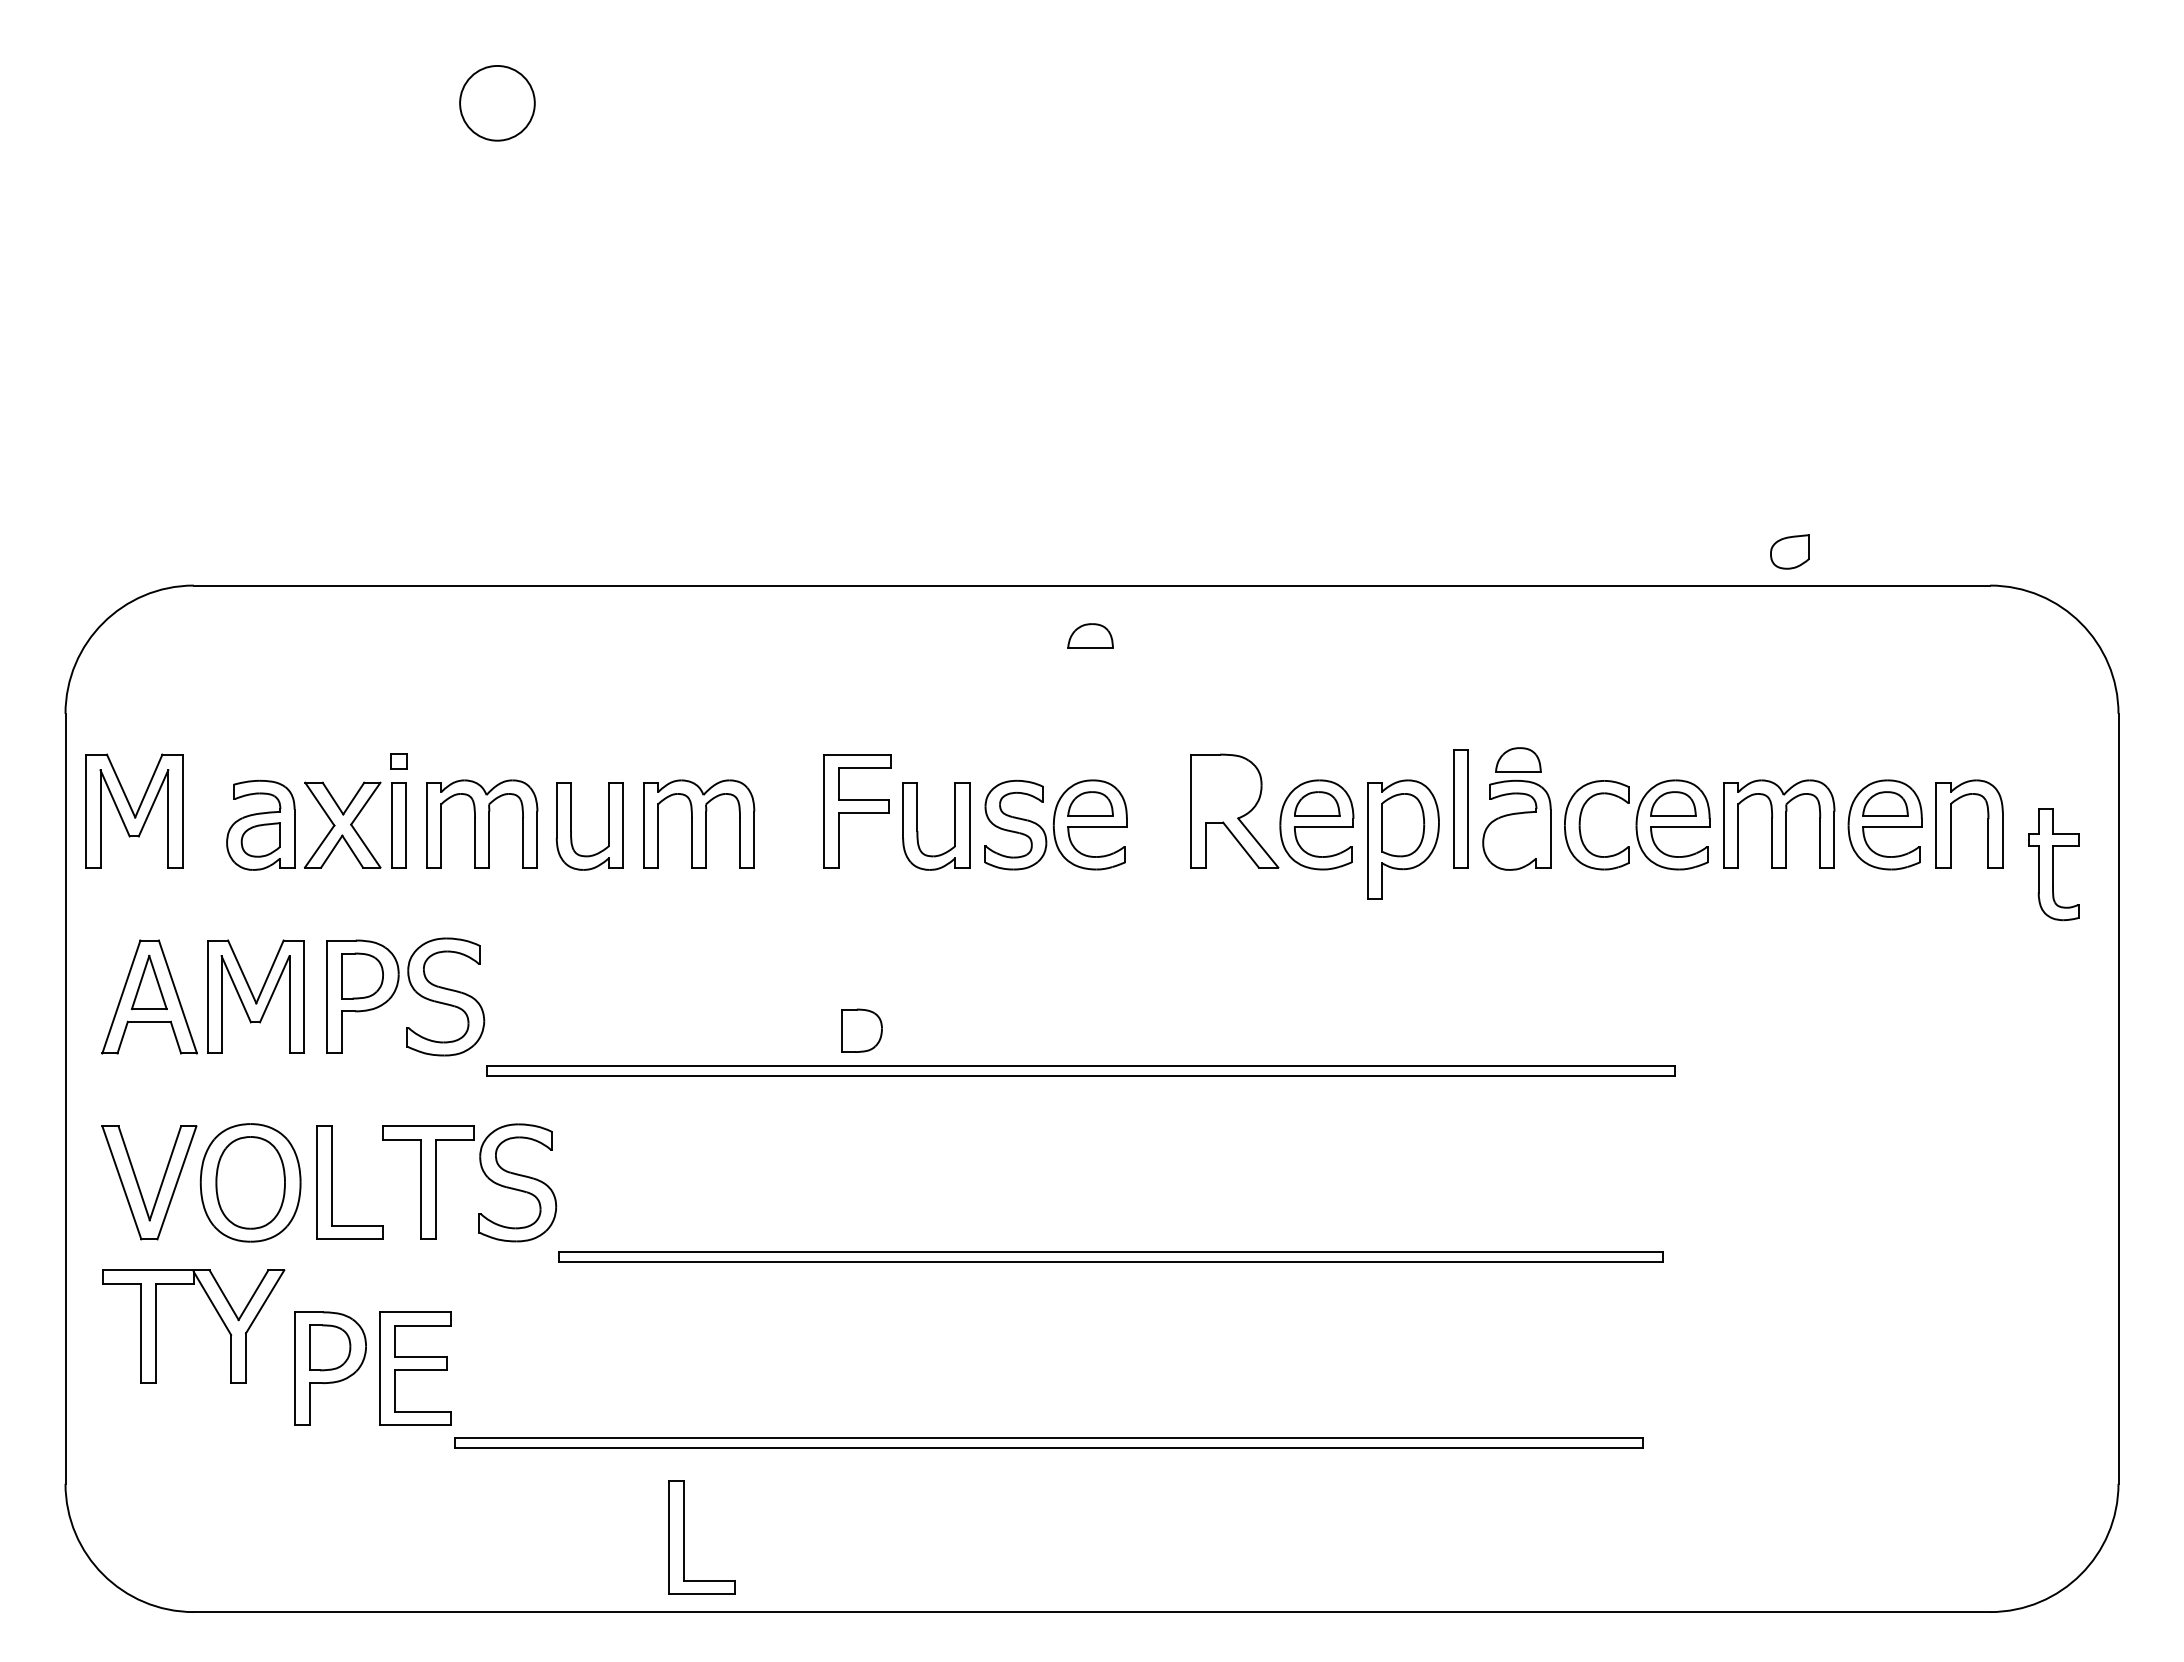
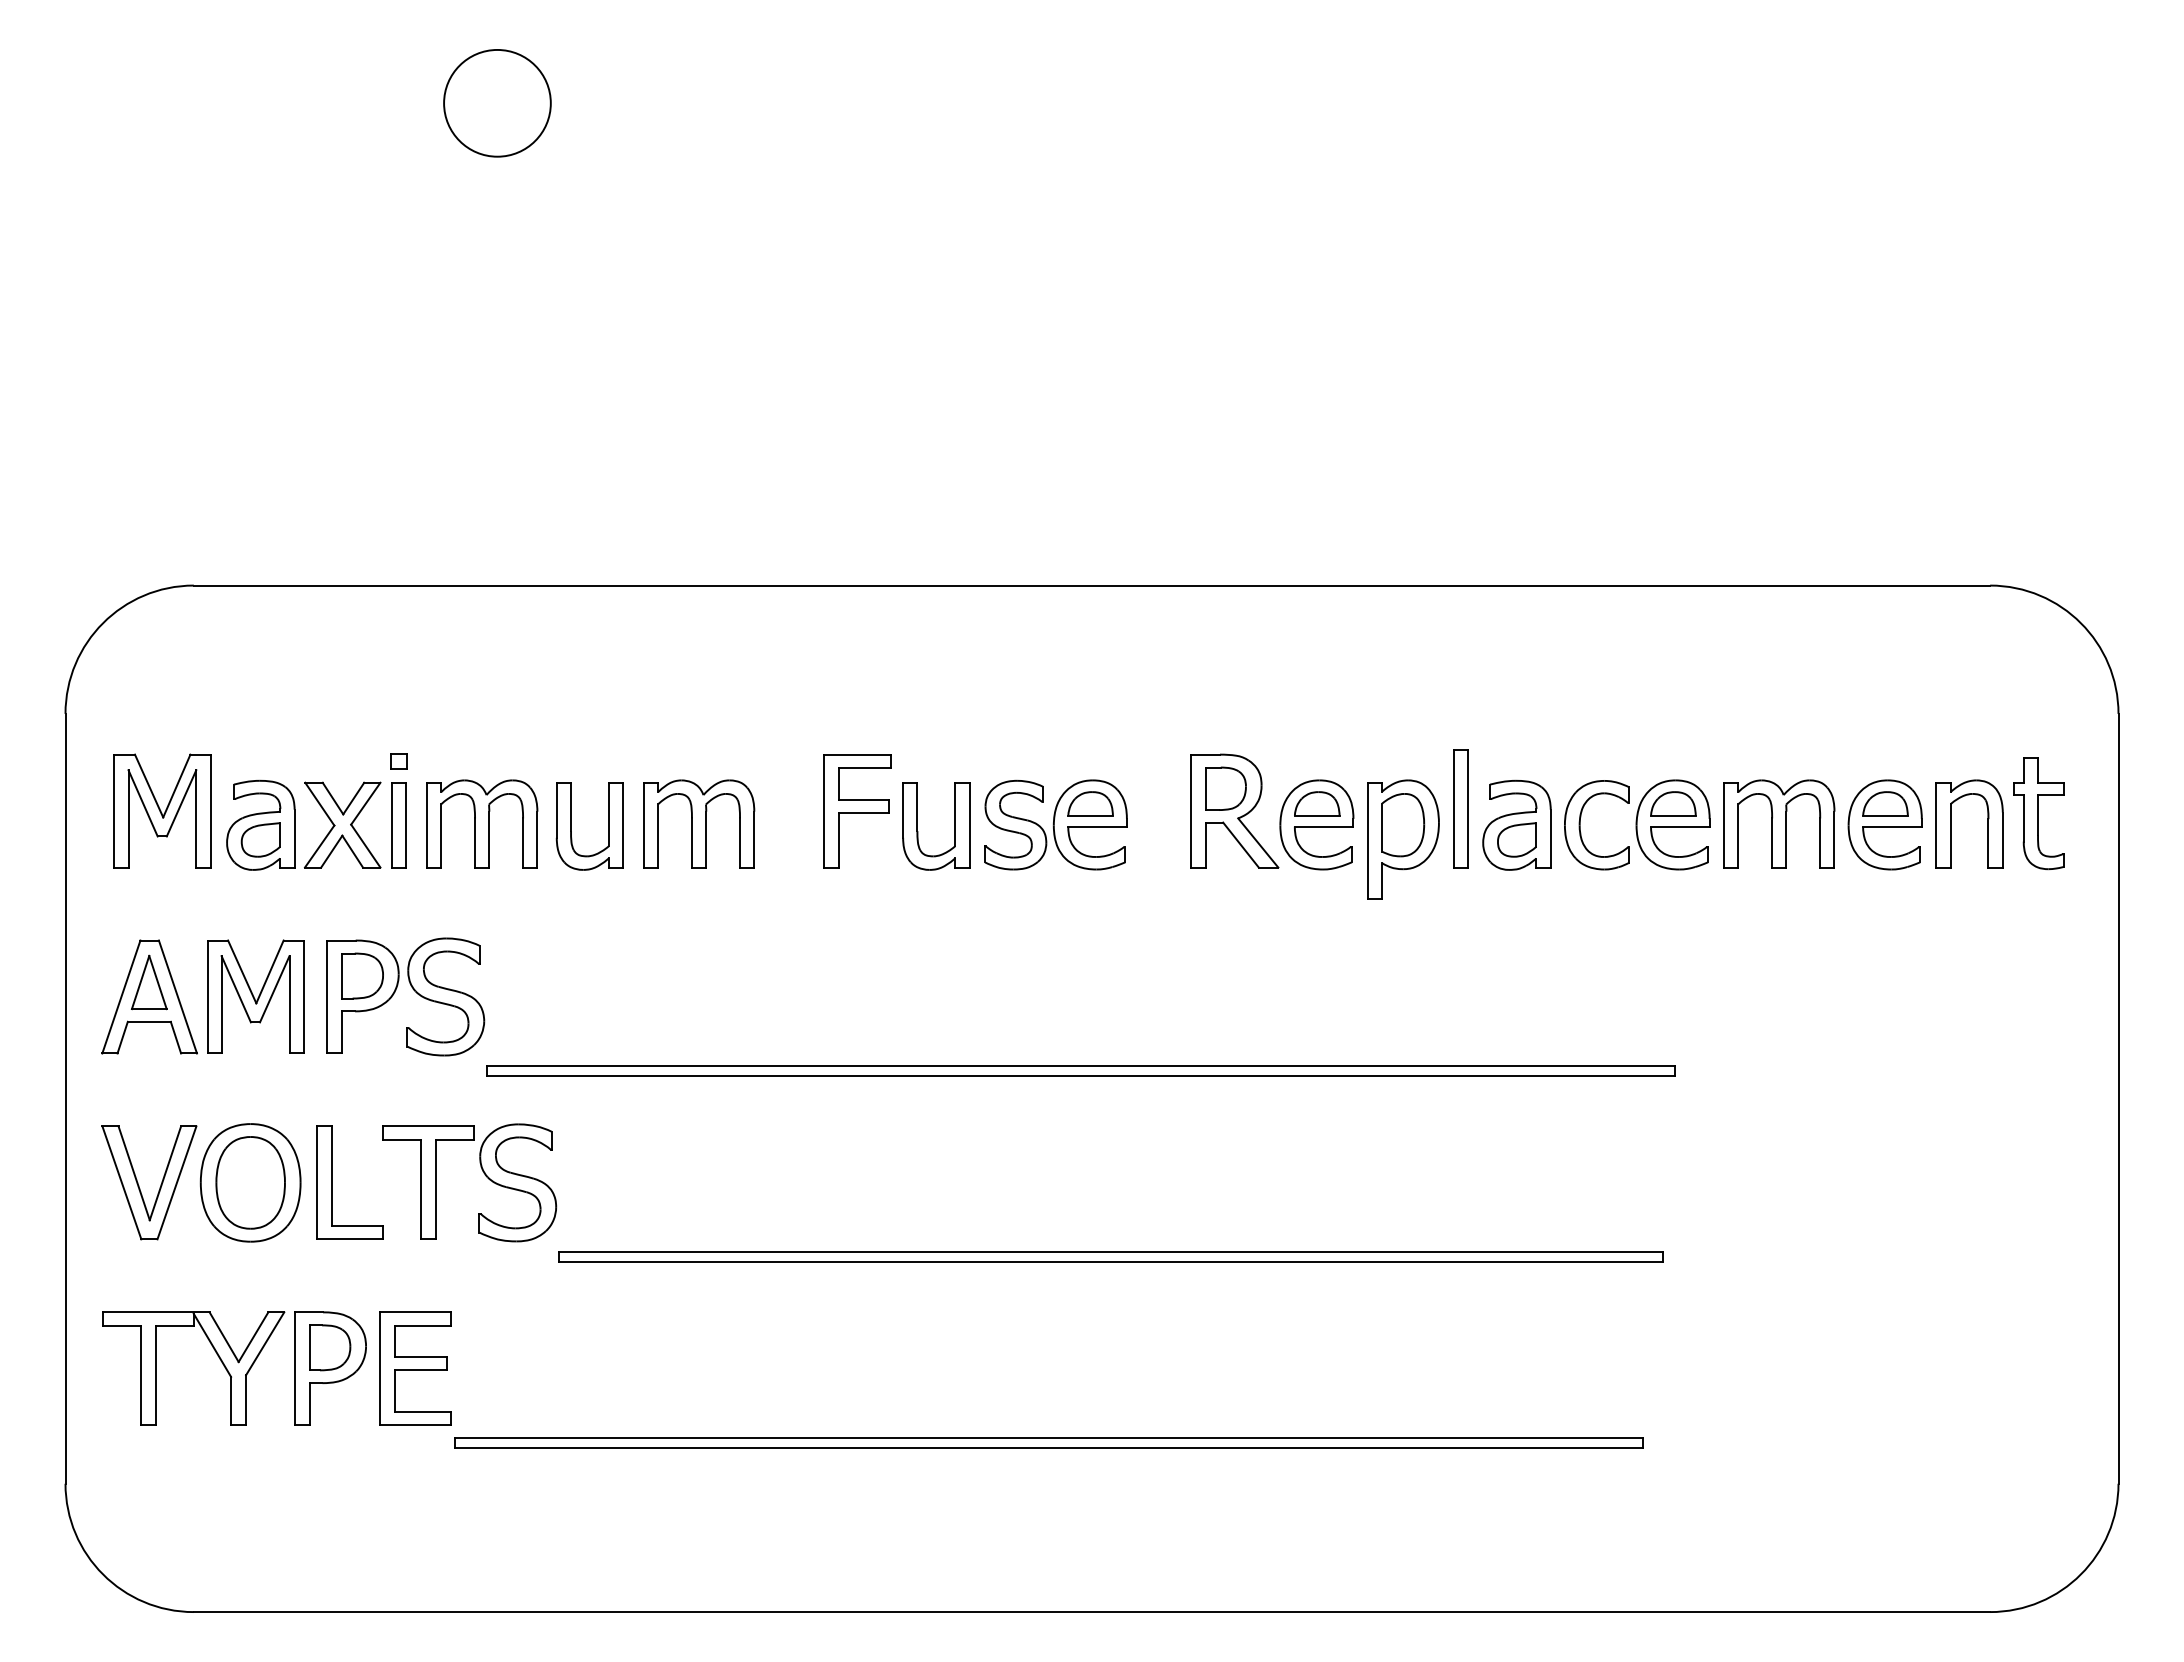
circle at (497, 102) diameter: 75 px -> 107 px
part at (1789, 551) position: (1789, 551) -> (1516, 839)
part at (1090, 635): present -> none
part at (1518, 759): present -> none
part at (134, 810) position: (134, 810) -> (162, 810)
part at (2053, 864) position: (2053, 864) -> (2038, 813)
part at (861, 1030) position: (861, 1030) -> (1225, 788)
part at (217, 1314) position: (217, 1314) -> (217, 1356)
part at (684, 1537): present -> none
